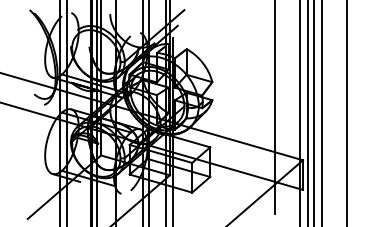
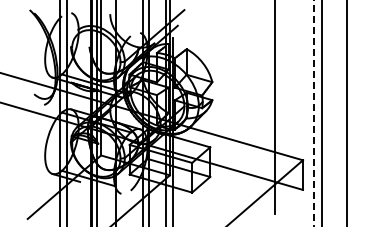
line at (300, 112): present -> none
line at (307, 112): present -> none
line at (314, 113): solid -> dashed
